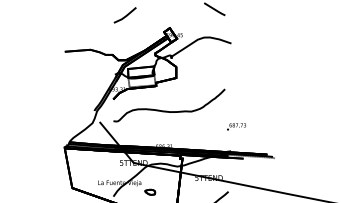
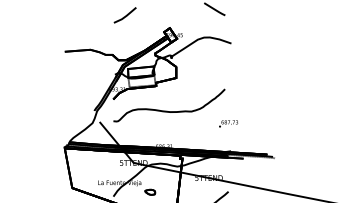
text at (236, 126) position: (236, 126) -> (228, 123)
